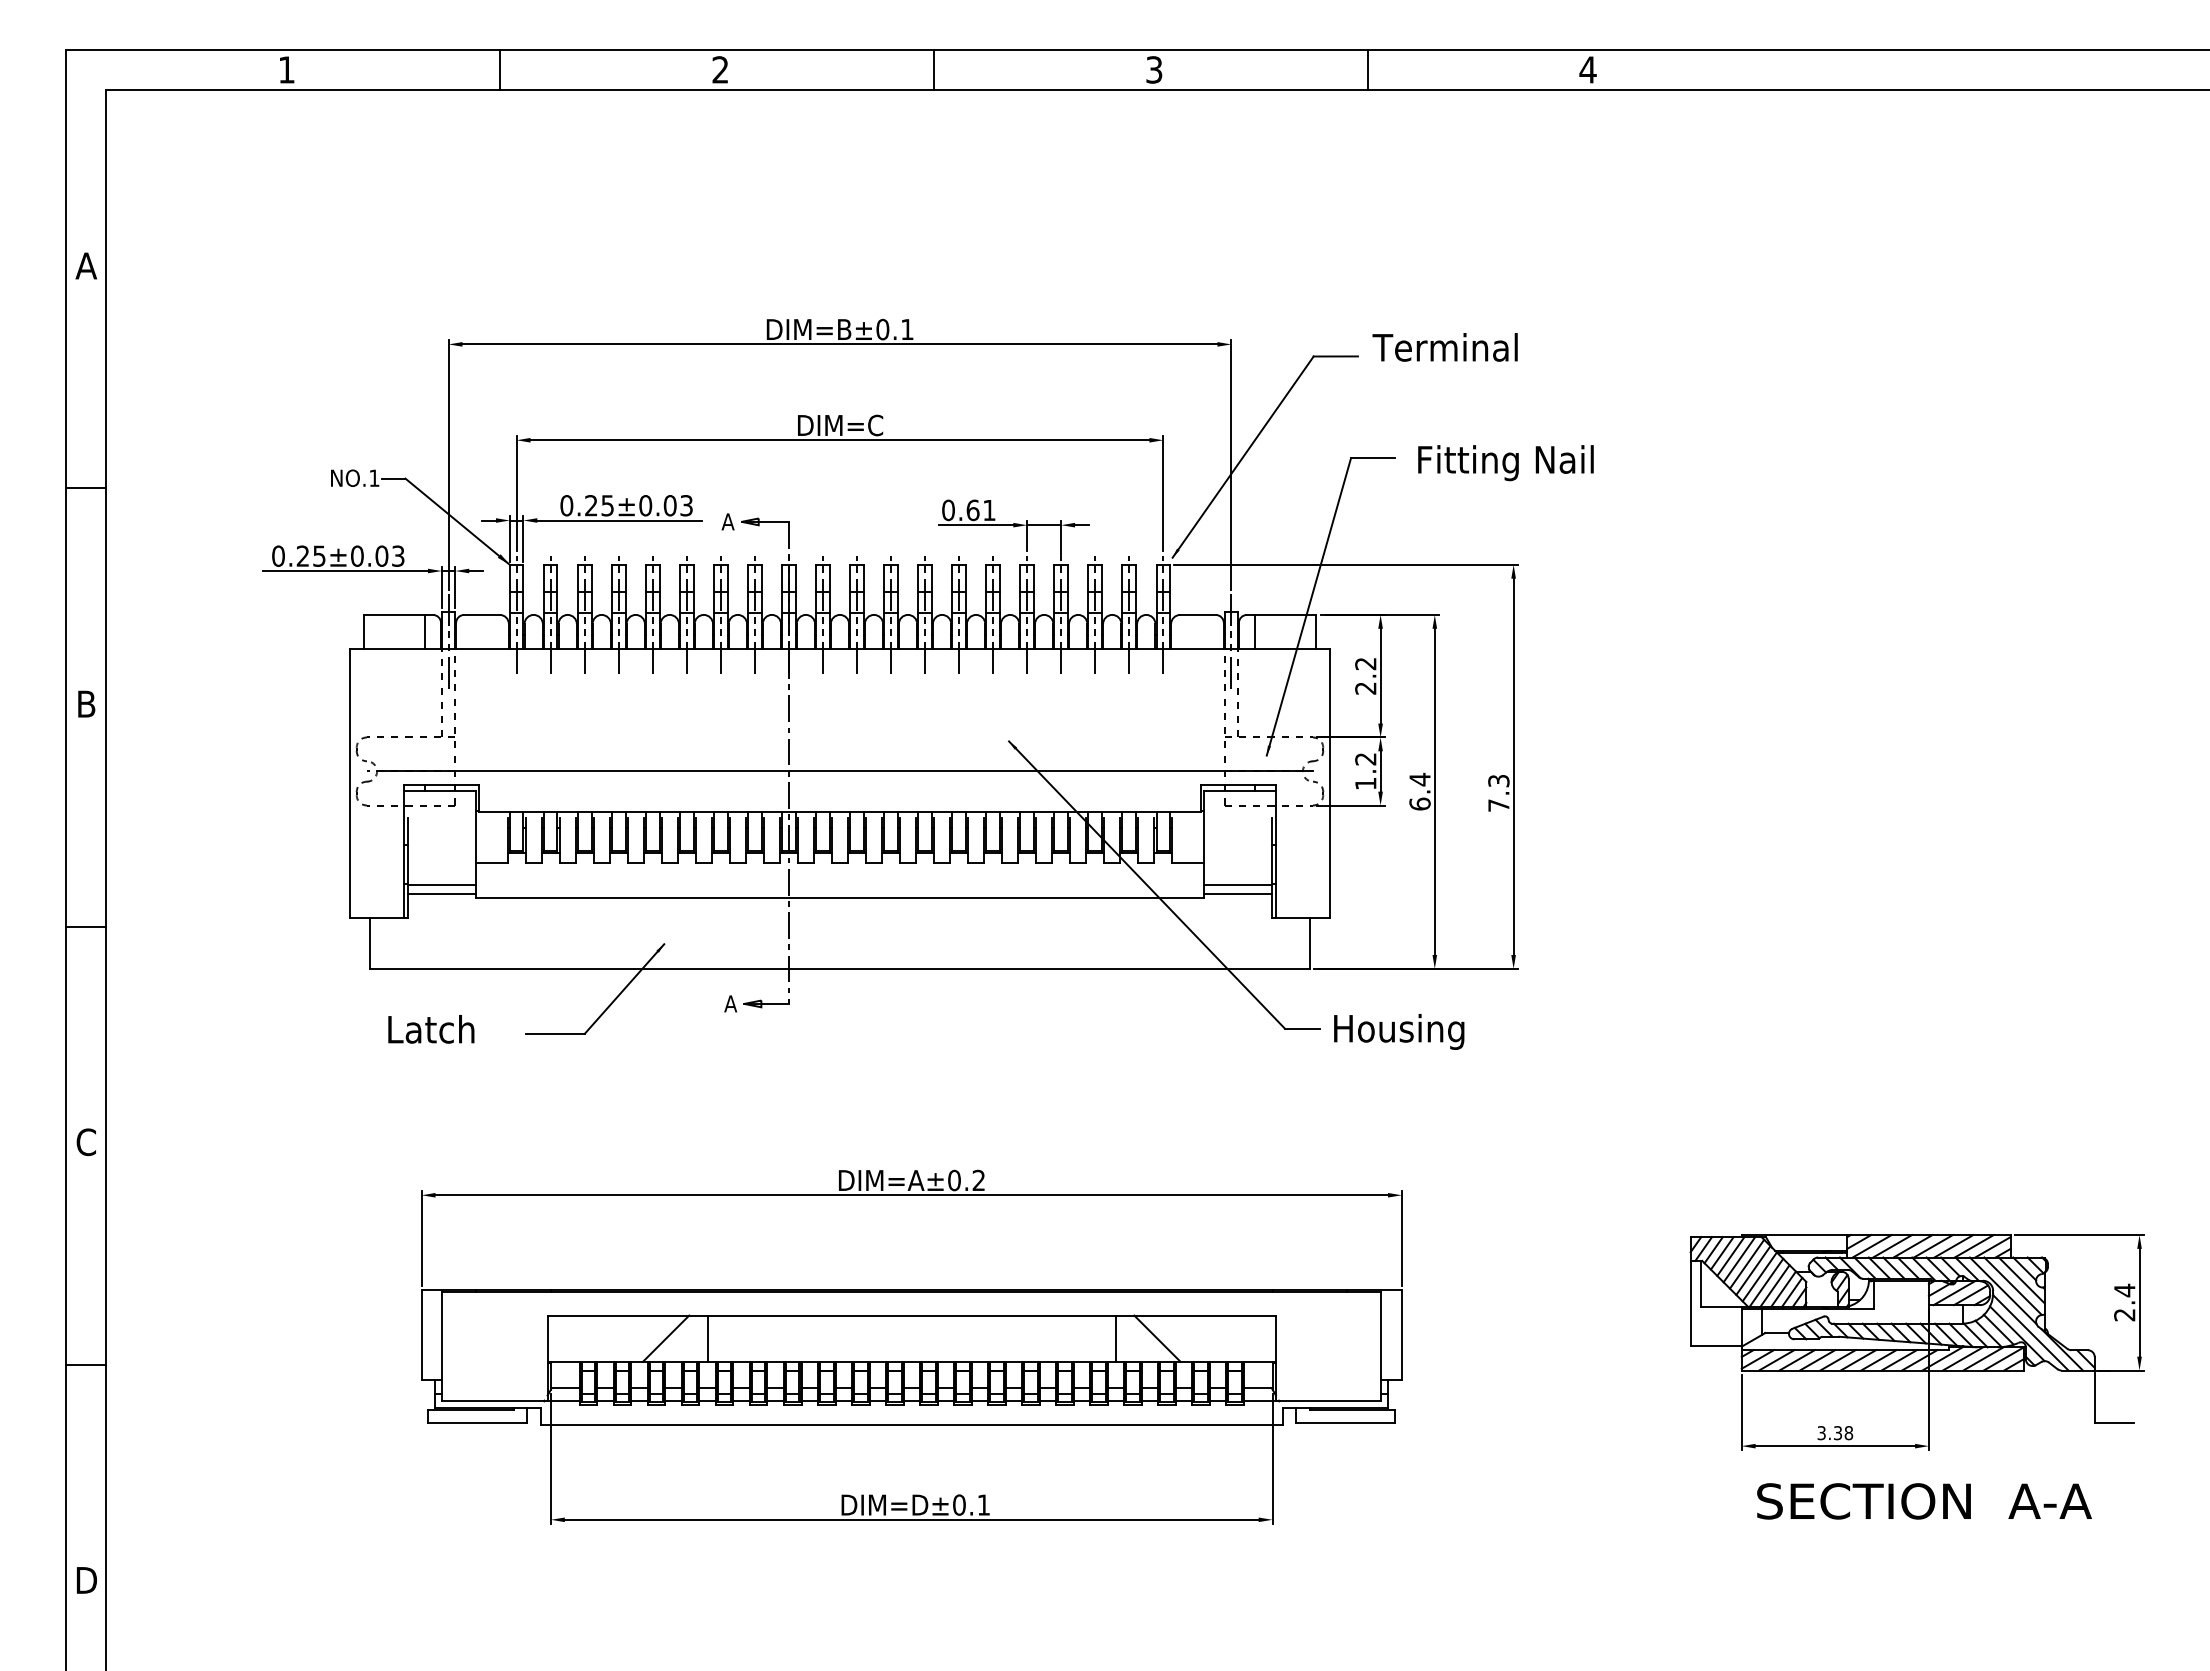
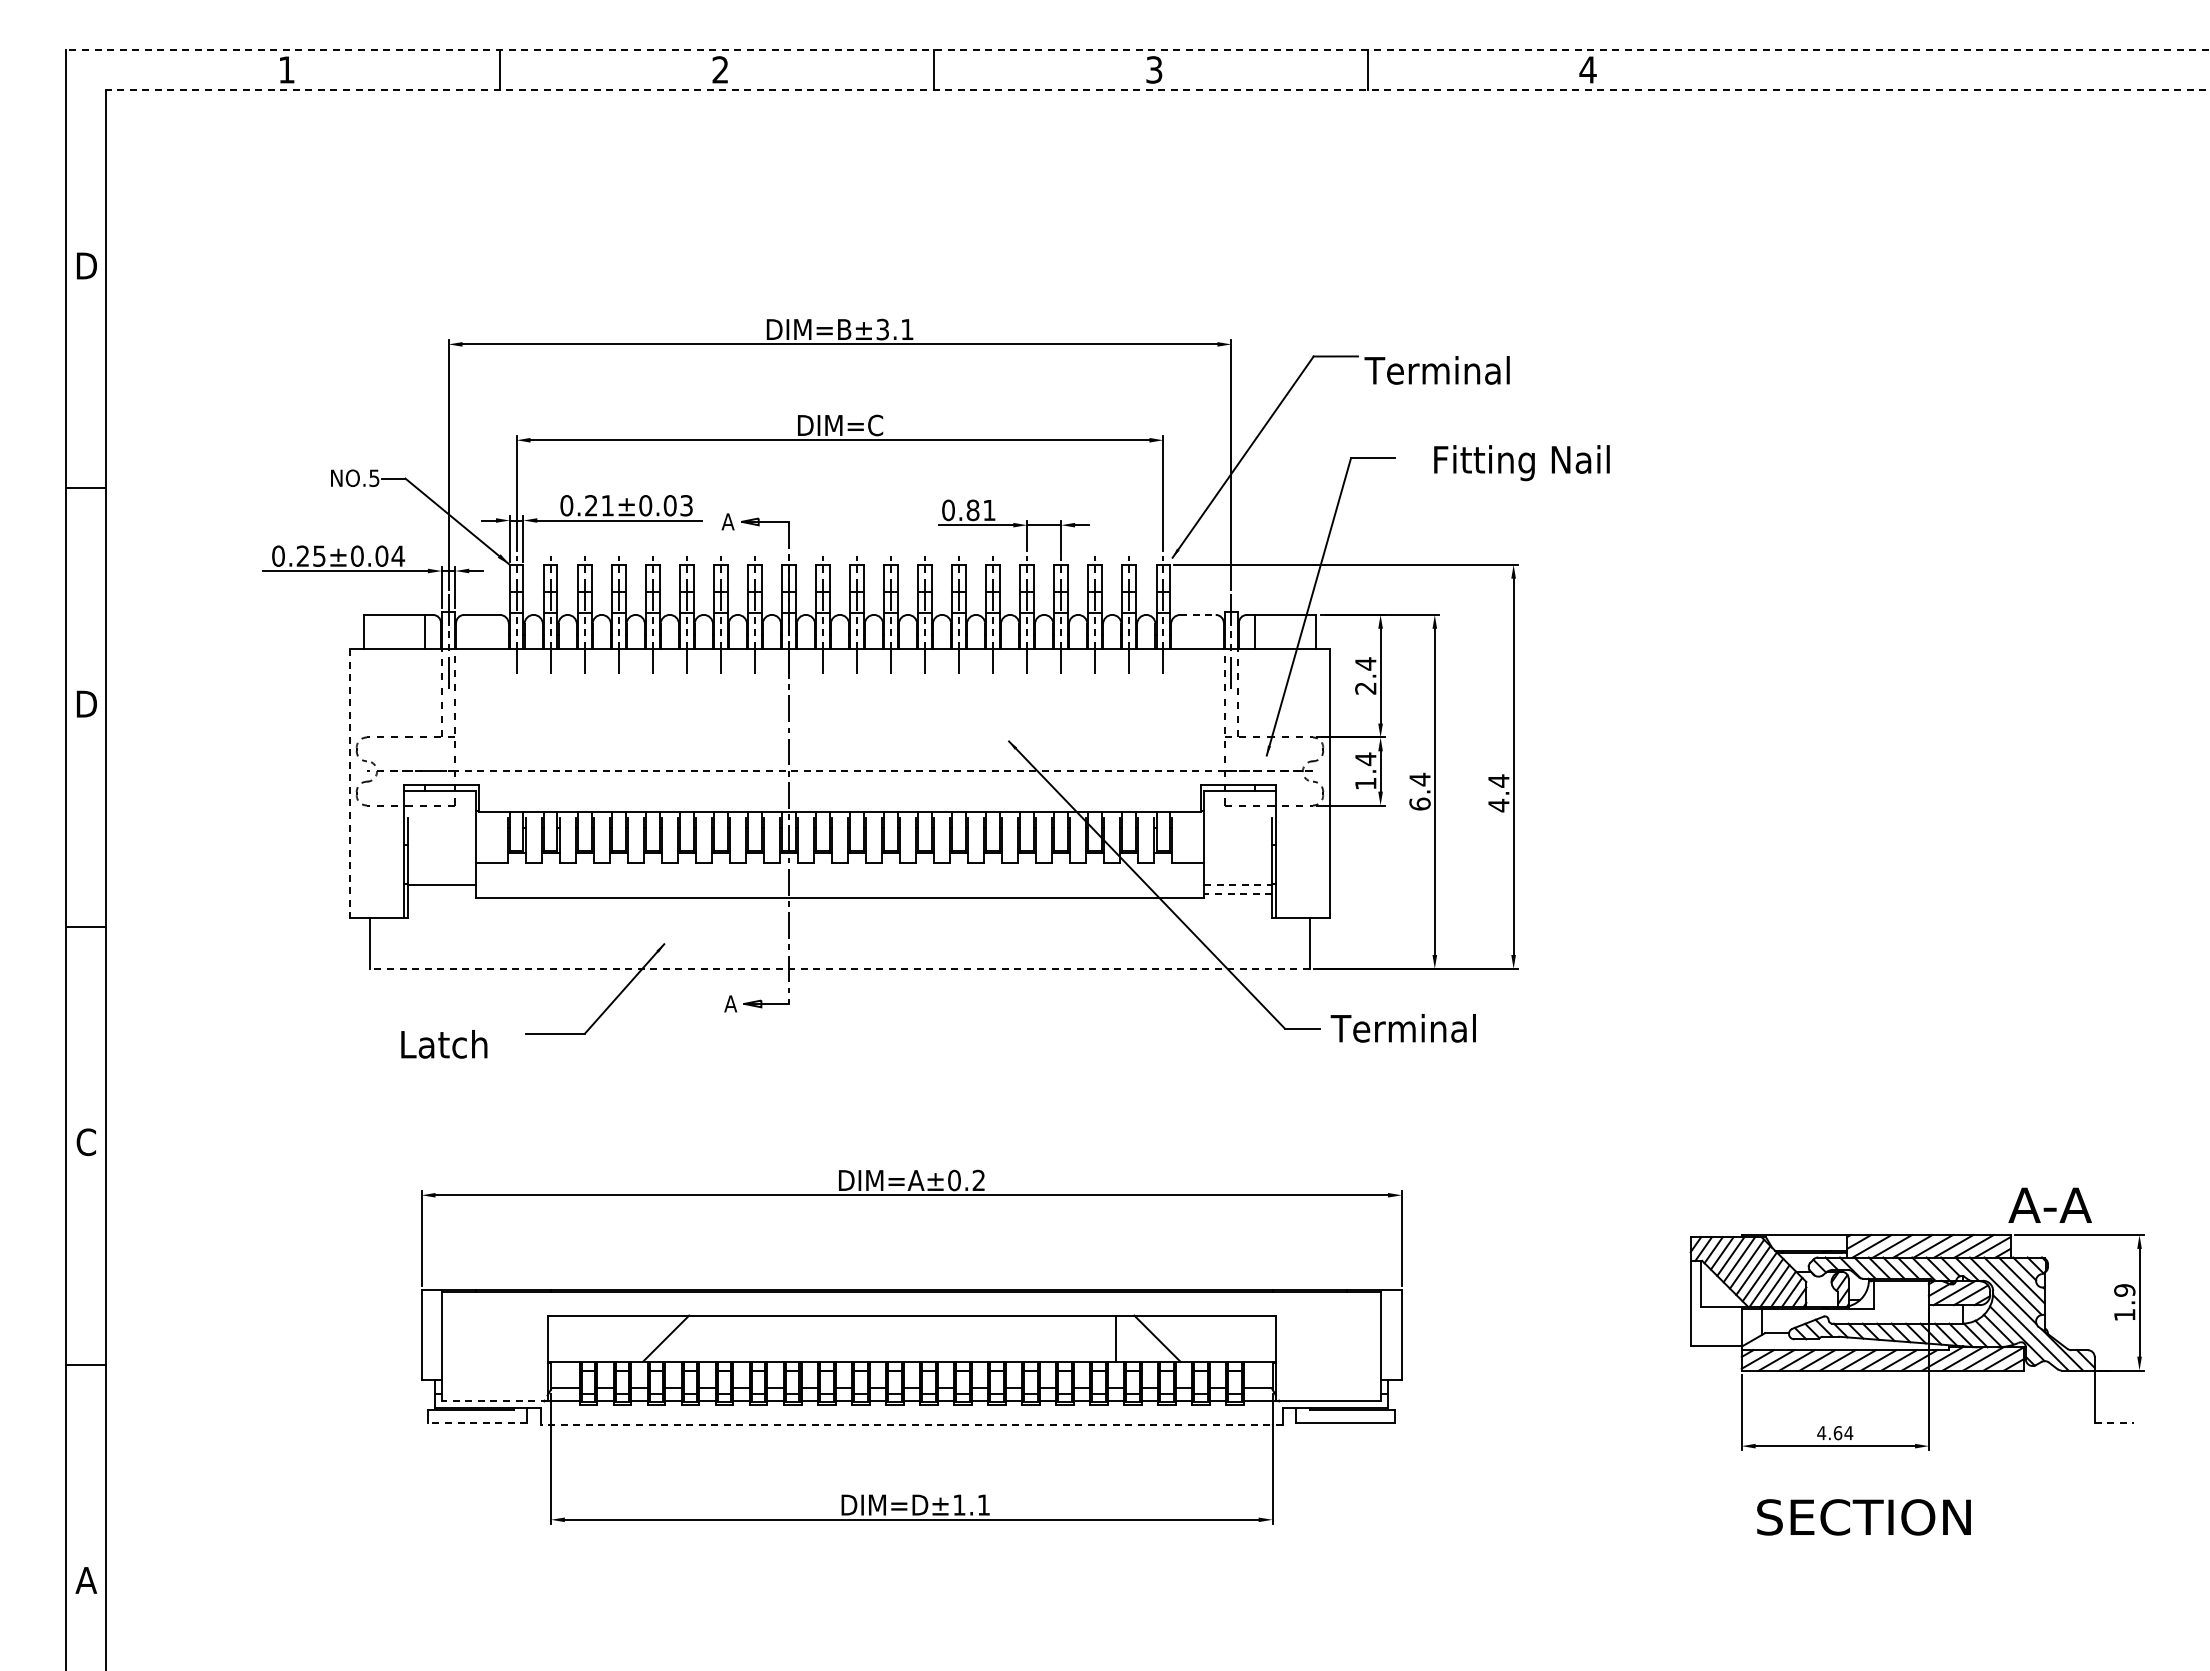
line at (1137, 50): solid -> dashed
line at (1157, 90): solid -> dashed
text at (86, 265): A -> D
text at (882, 329): DIM=B±0.1 -> DIM=B±3.1
text at (1444, 347) position: (1444, 347) -> (1436, 370)
text at (1505, 463) position: (1505, 463) -> (1521, 463)
text at (374, 477): NO.1 -> NO.5
text at (607, 505): 0.25±0.03 -> 0.21±0.03
text at (972, 509): 0.61 -> 0.81
text at (398, 555): 0.25±0.03 -> 0.25±0.04
line at (1198, 614): solid -> dashed
text at (1365, 663): 2.2 -> 2.4
text at (86, 703): B -> D
text at (1365, 759): 1.2 -> 1.4
line at (845, 771): solid -> dashed
line at (349, 783): solid -> dashed
text at (1498, 793): 7.3 -> 4.4
line at (1238, 884): solid -> dashed
line at (441, 893): present -> none
line at (1237, 893): solid -> dashed
line at (839, 968): solid -> dashed
text at (431, 1029) position: (431, 1029) -> (444, 1044)
text at (1402, 1031): Housing -> Terminal
text at (2124, 1302): 2.4 -> 1.9
line at (707, 1338): present -> none
line at (494, 1400): solid -> dashed
line at (477, 1423): solid -> dashed
line at (2114, 1423): solid -> dashed
line at (911, 1425): solid -> dashed
text at (1835, 1433): 3.38 -> 4.64
text at (2049, 1500) position: (2049, 1500) -> (2049, 1204)
text at (1863, 1501) position: (1863, 1501) -> (1863, 1517)
text at (959, 1504): DIM=D±0.1 -> DIM=D±1.1
text at (86, 1580): D -> A
